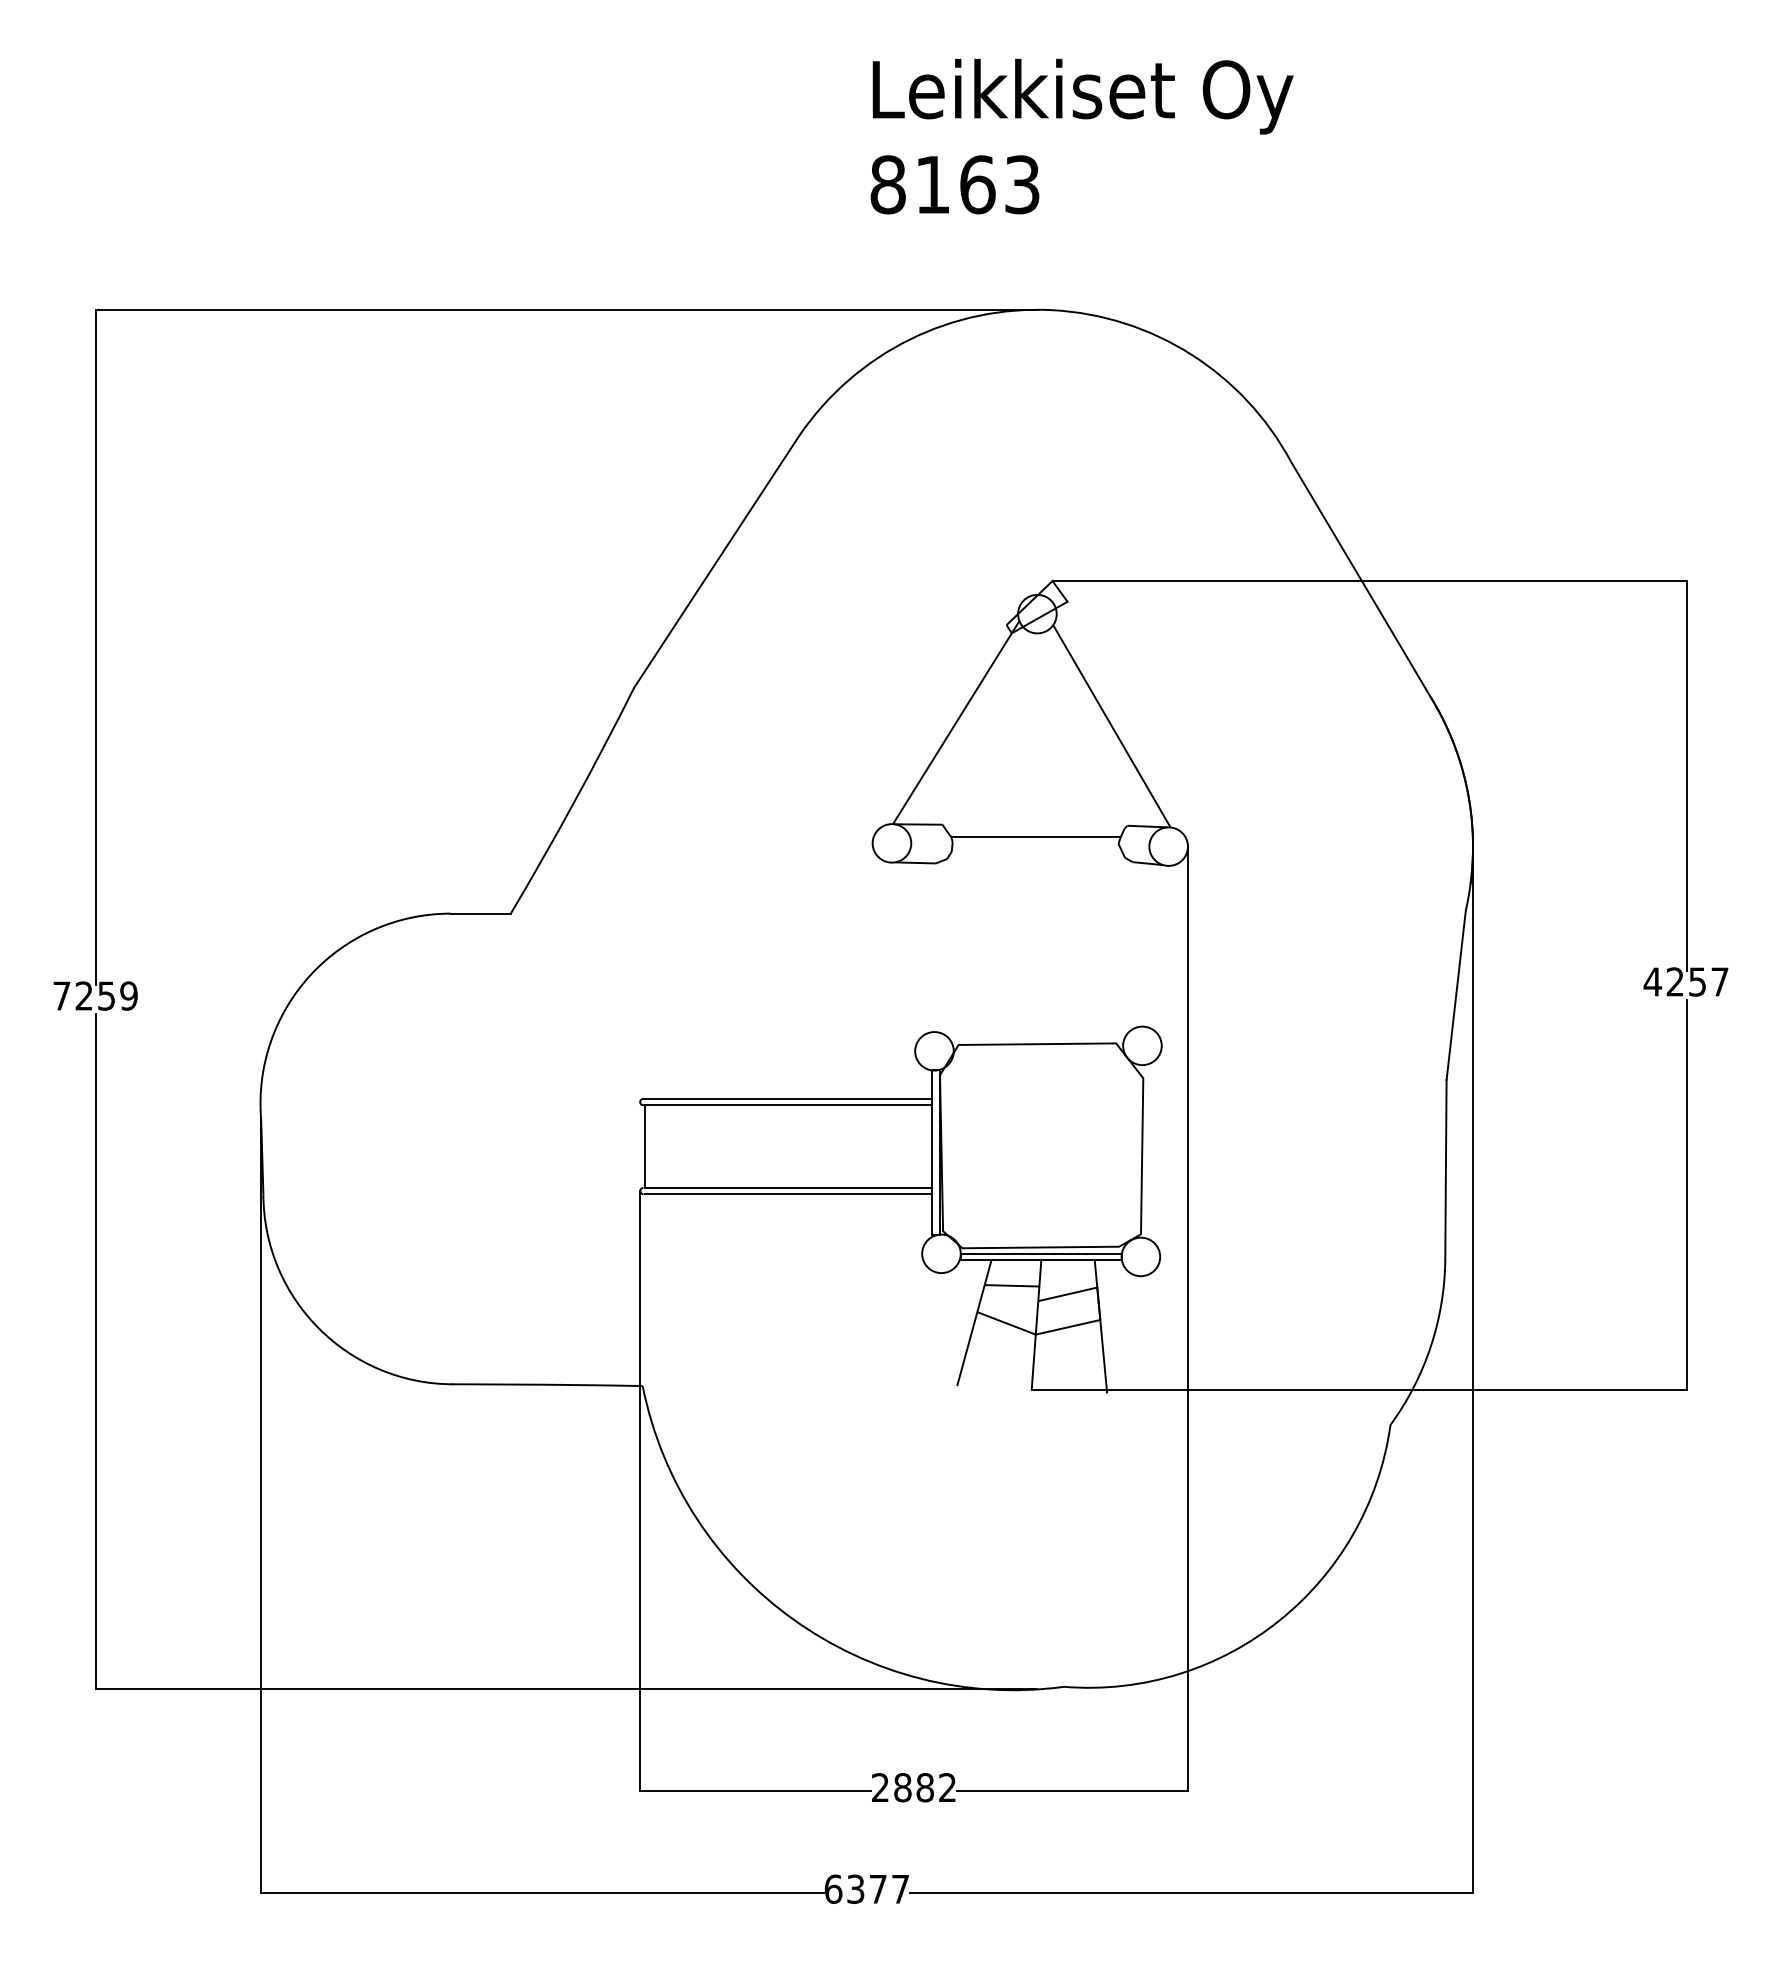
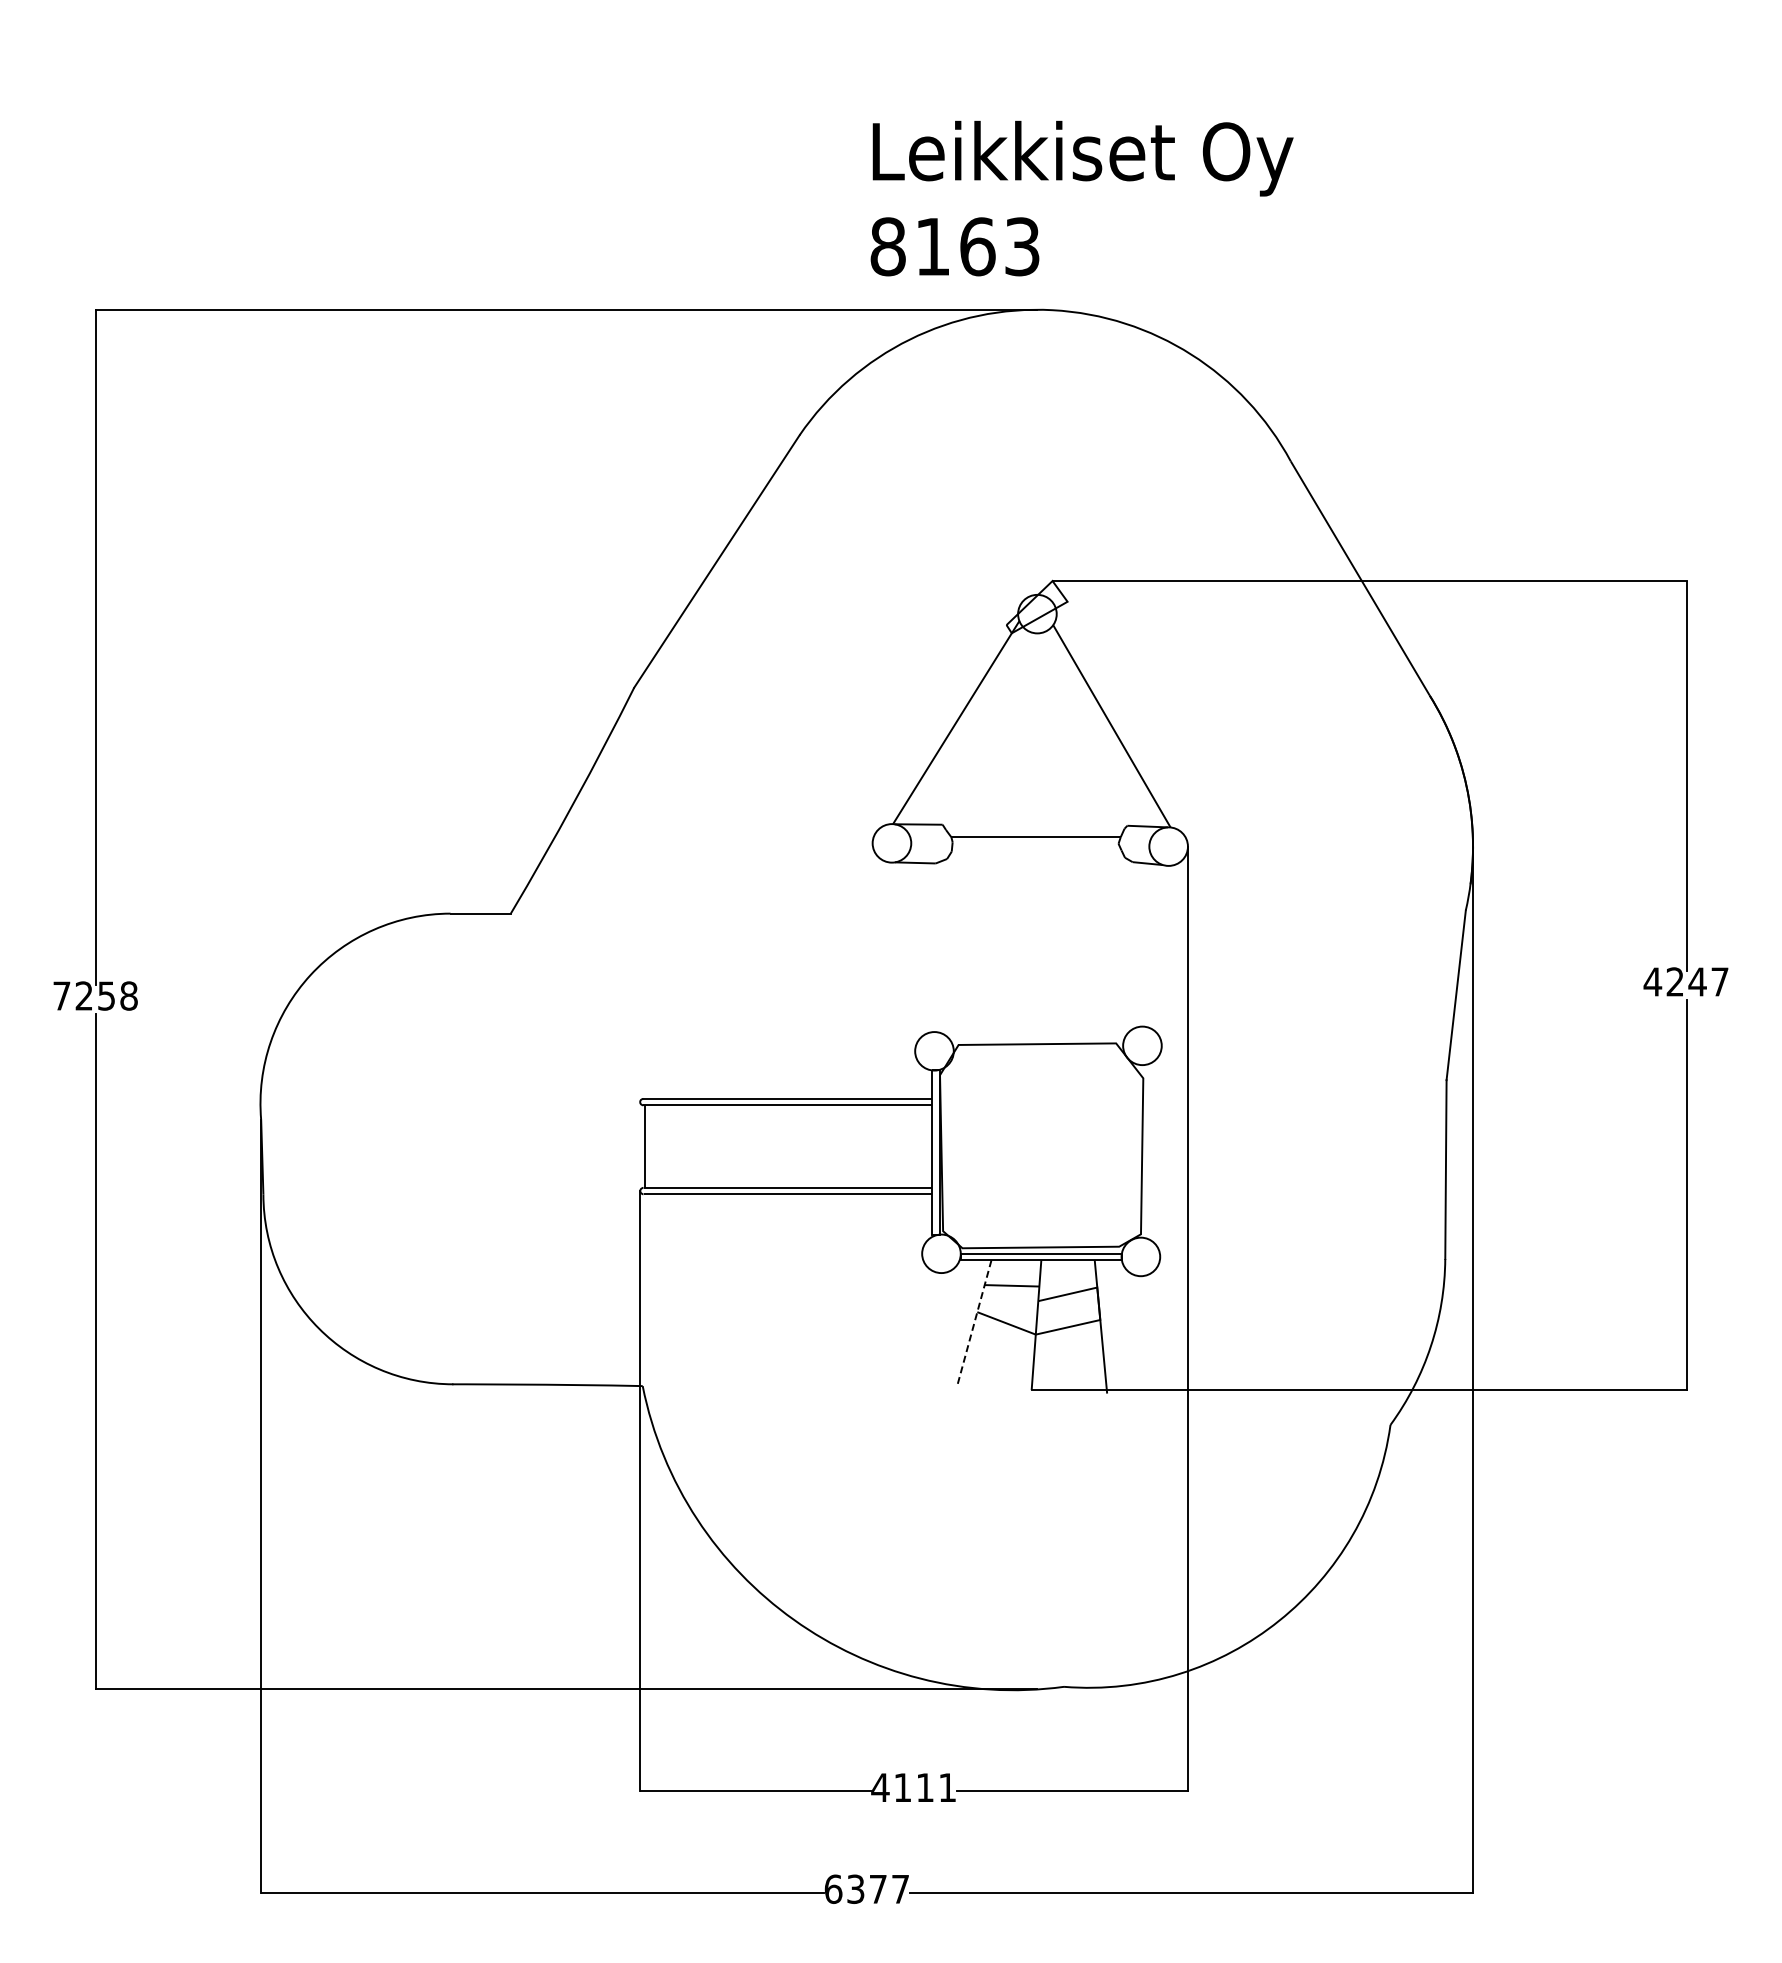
text at (1081, 136) position: (1081, 136) -> (1081, 198)
text at (1697, 981): 4257 -> 4247
text at (128, 995): 7259 -> 7258
line at (974, 1323): solid -> dashed
text at (913, 1787): 2882 -> 4111
